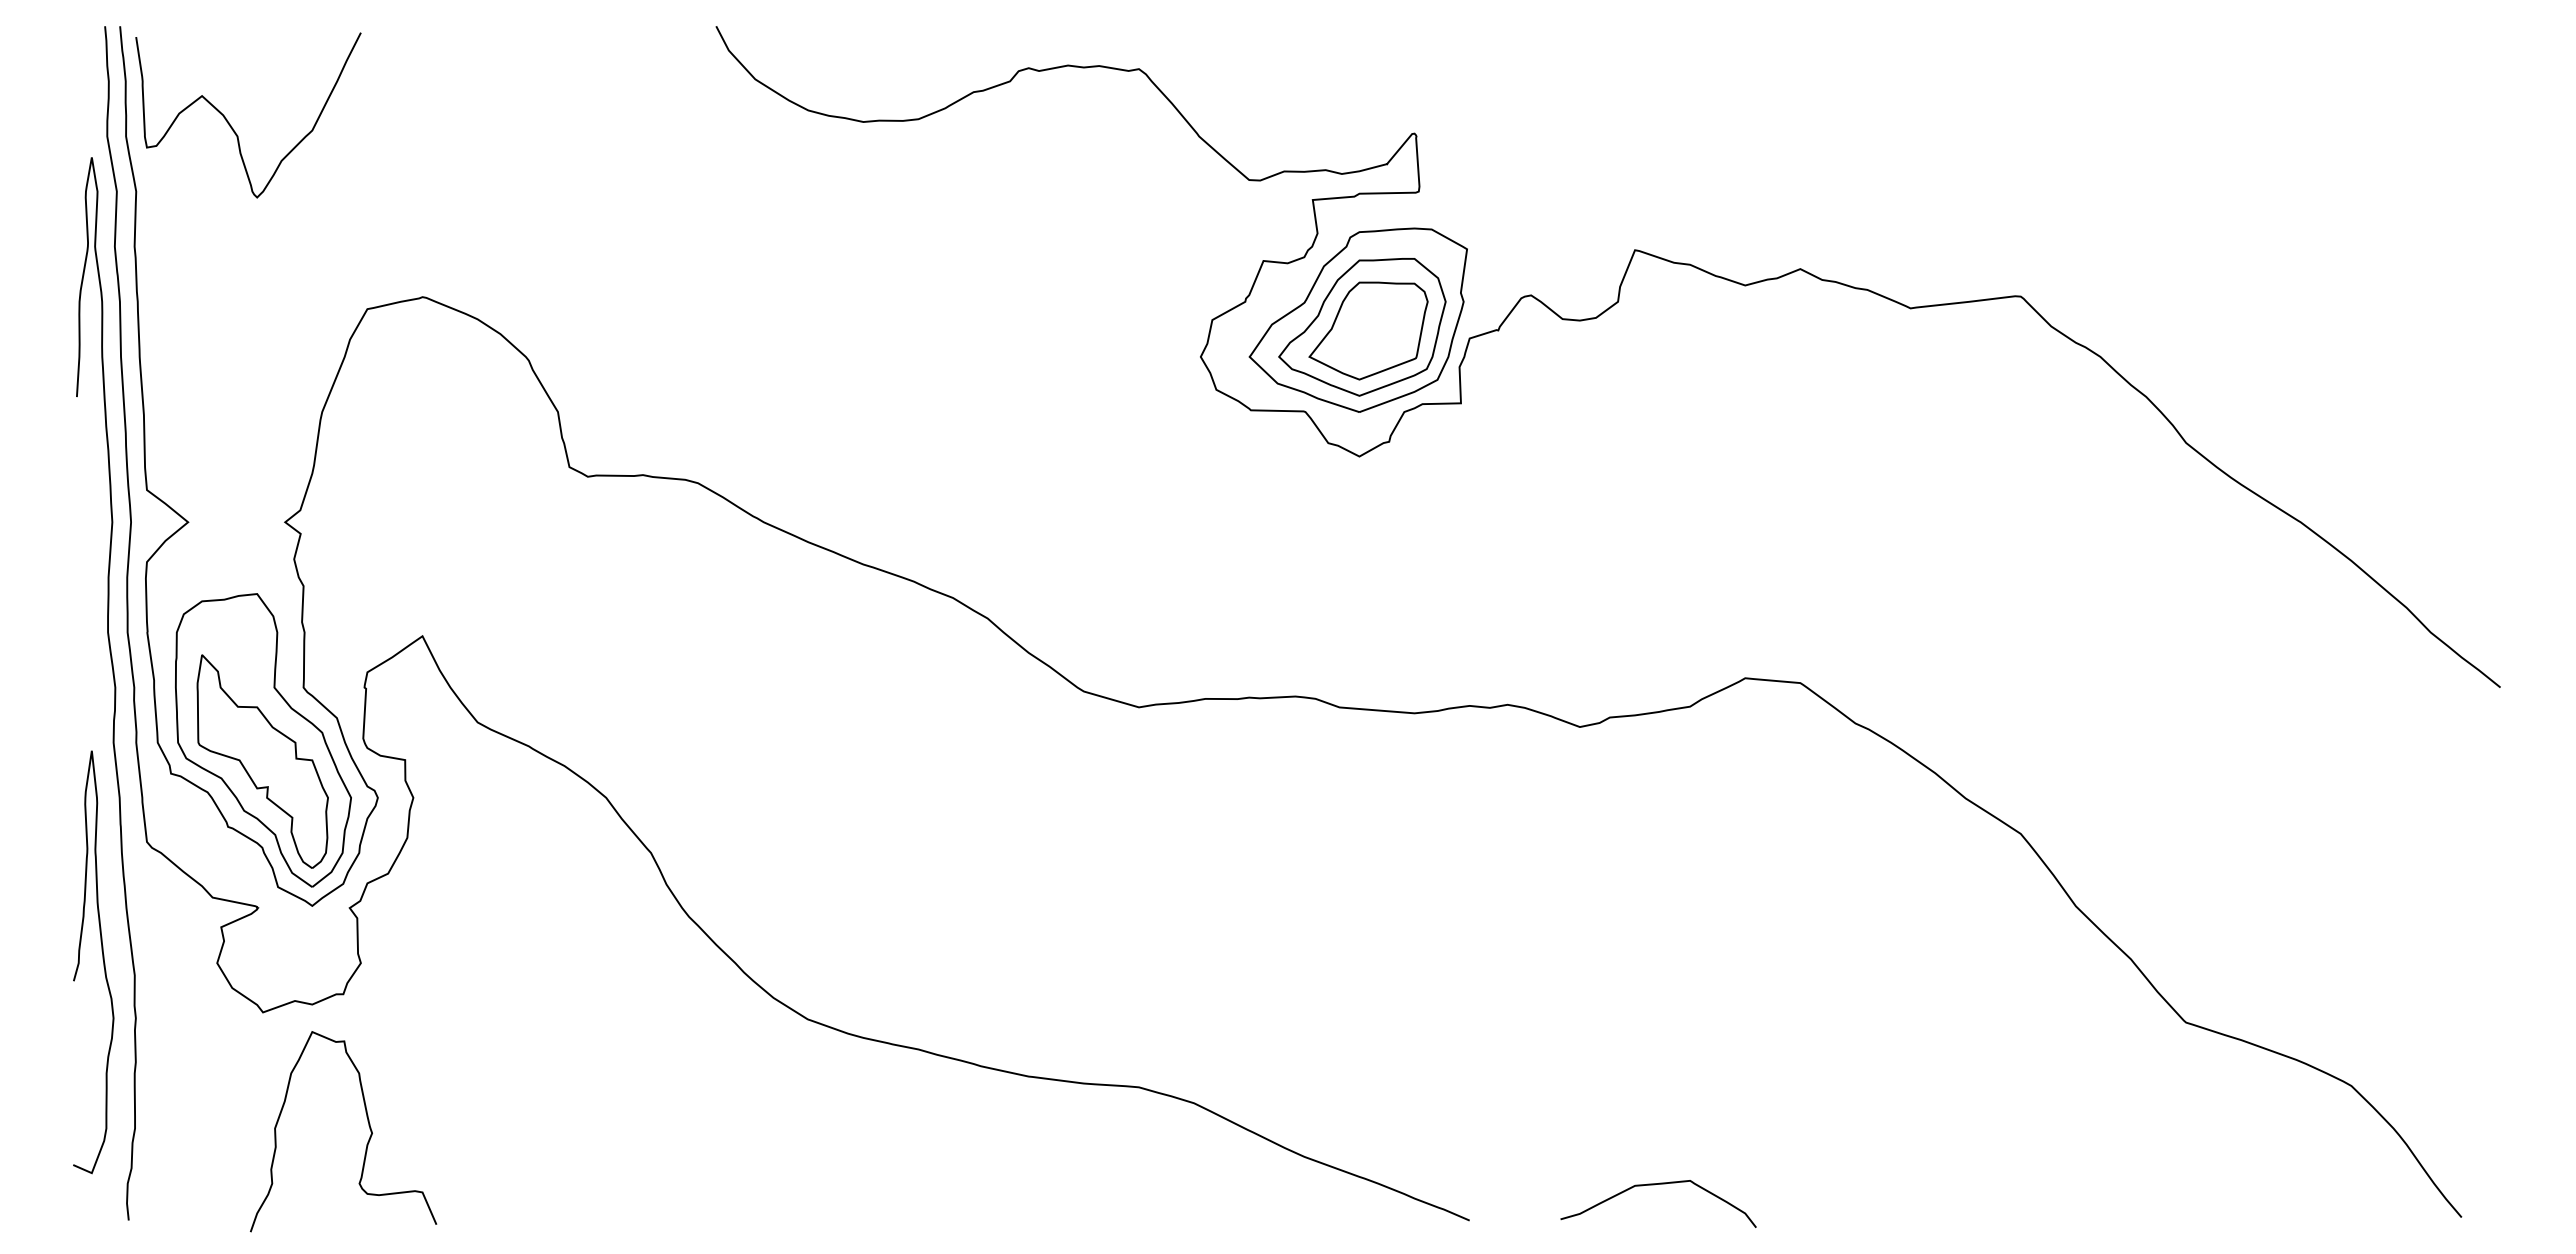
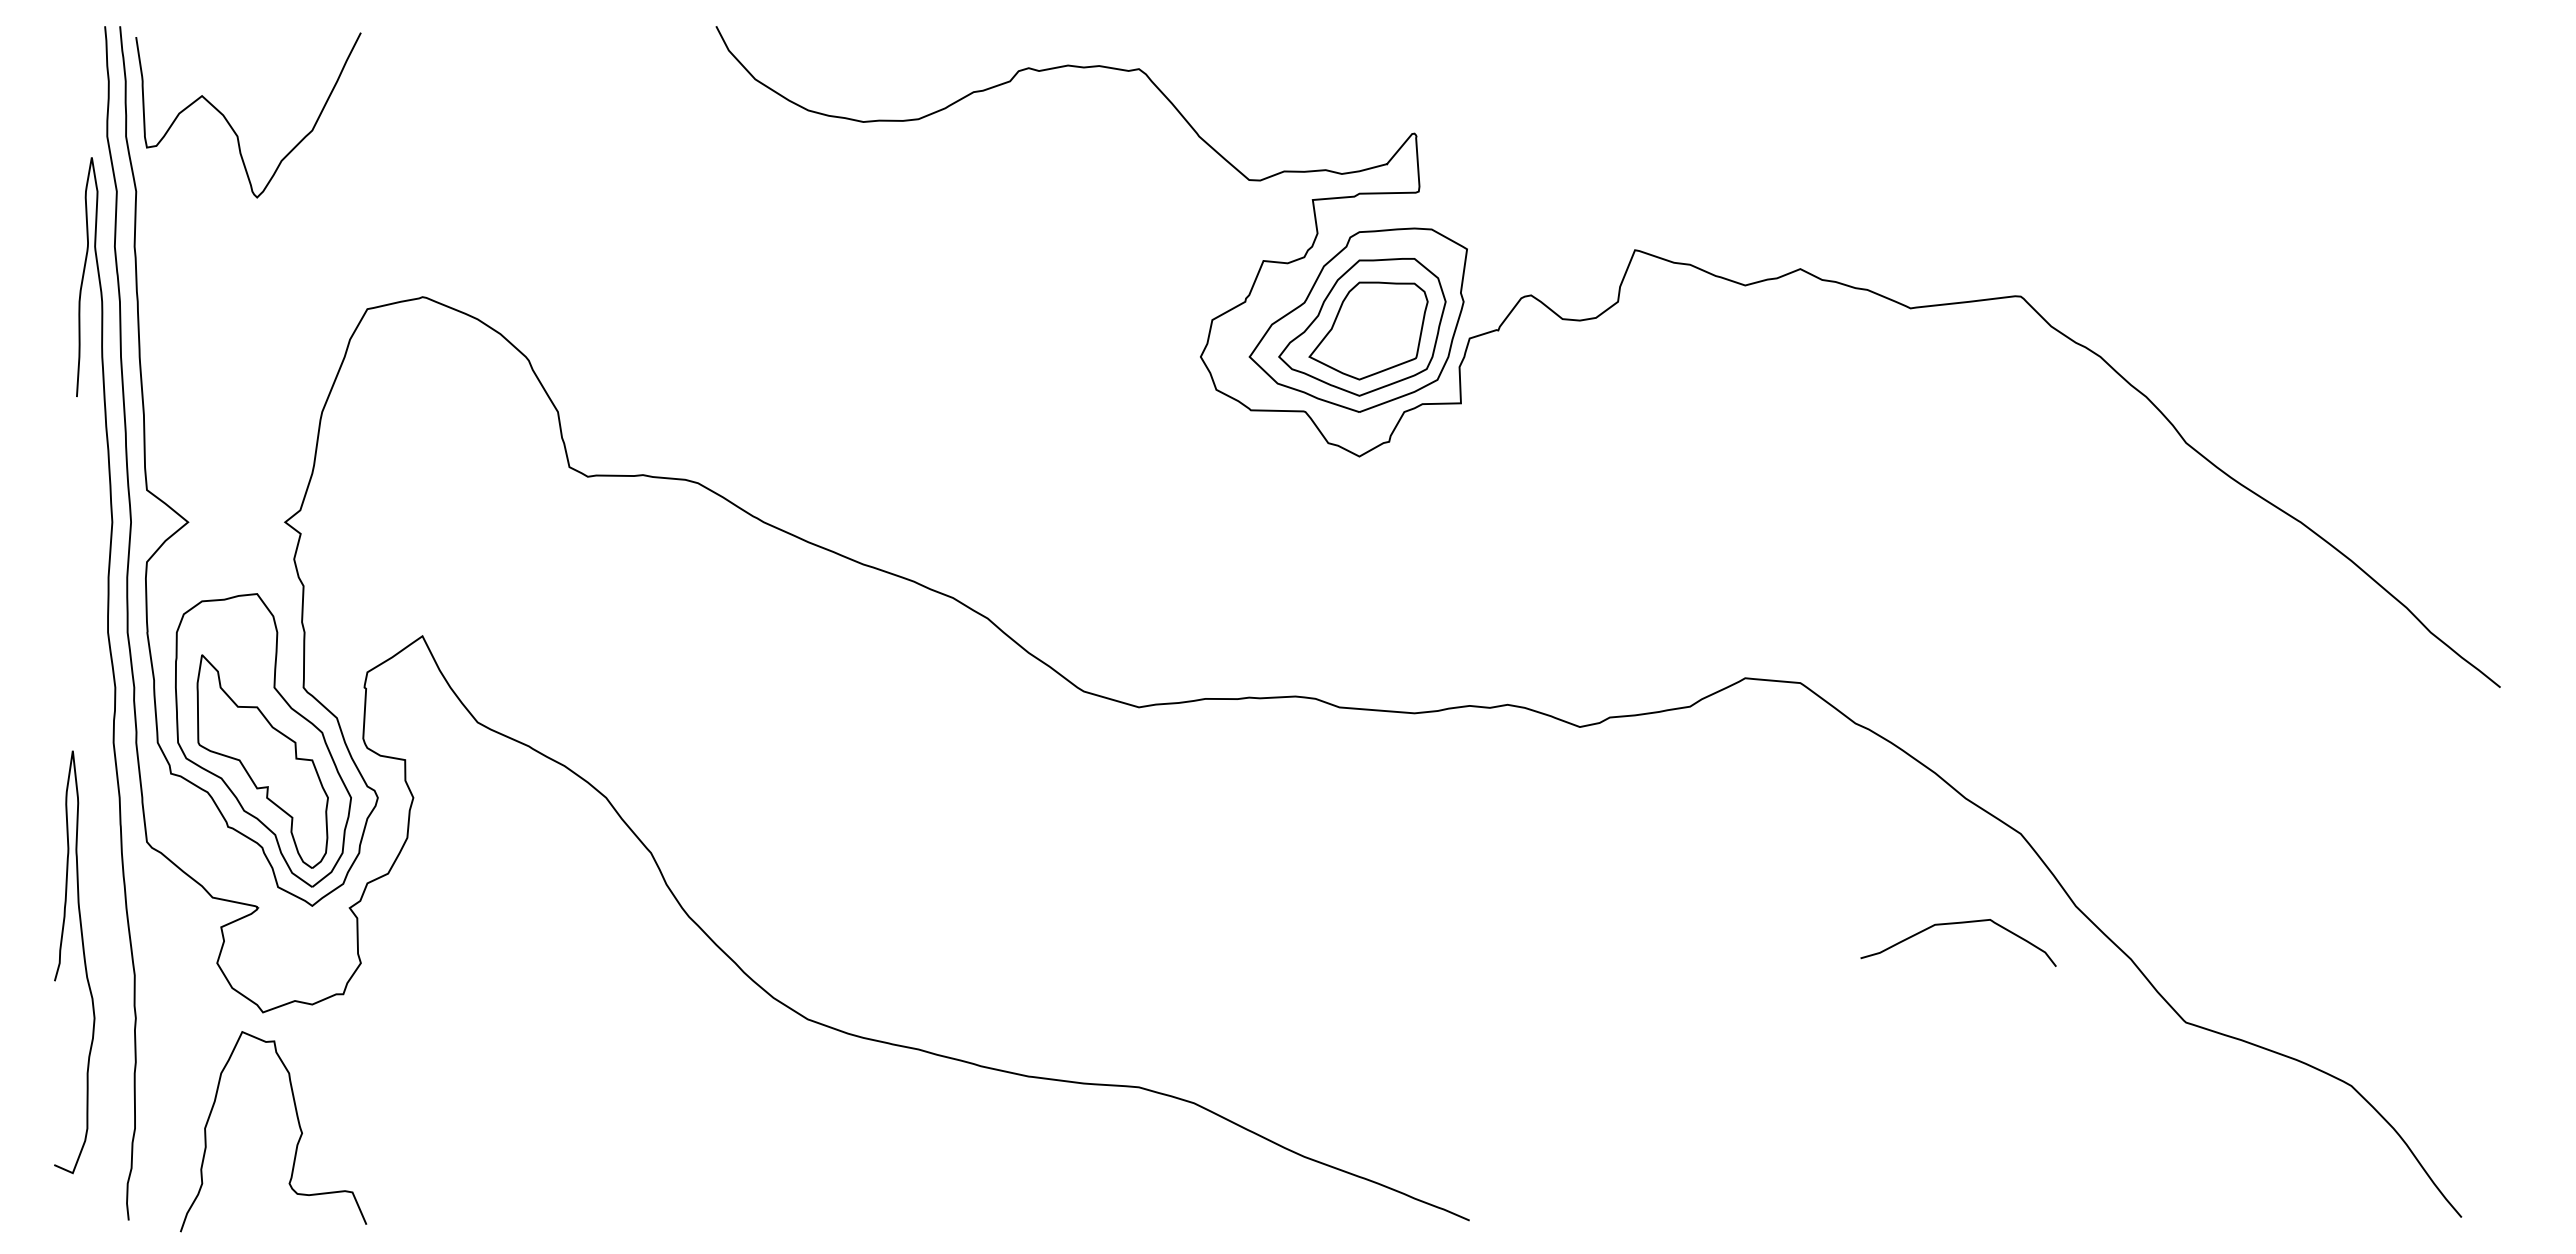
curve at (102, 959) position: (102, 959) -> (83, 959)
curve at (368, 1125) position: (368, 1125) -> (298, 1125)
curve at (1654, 1185) position: (1654, 1185) -> (1954, 924)
